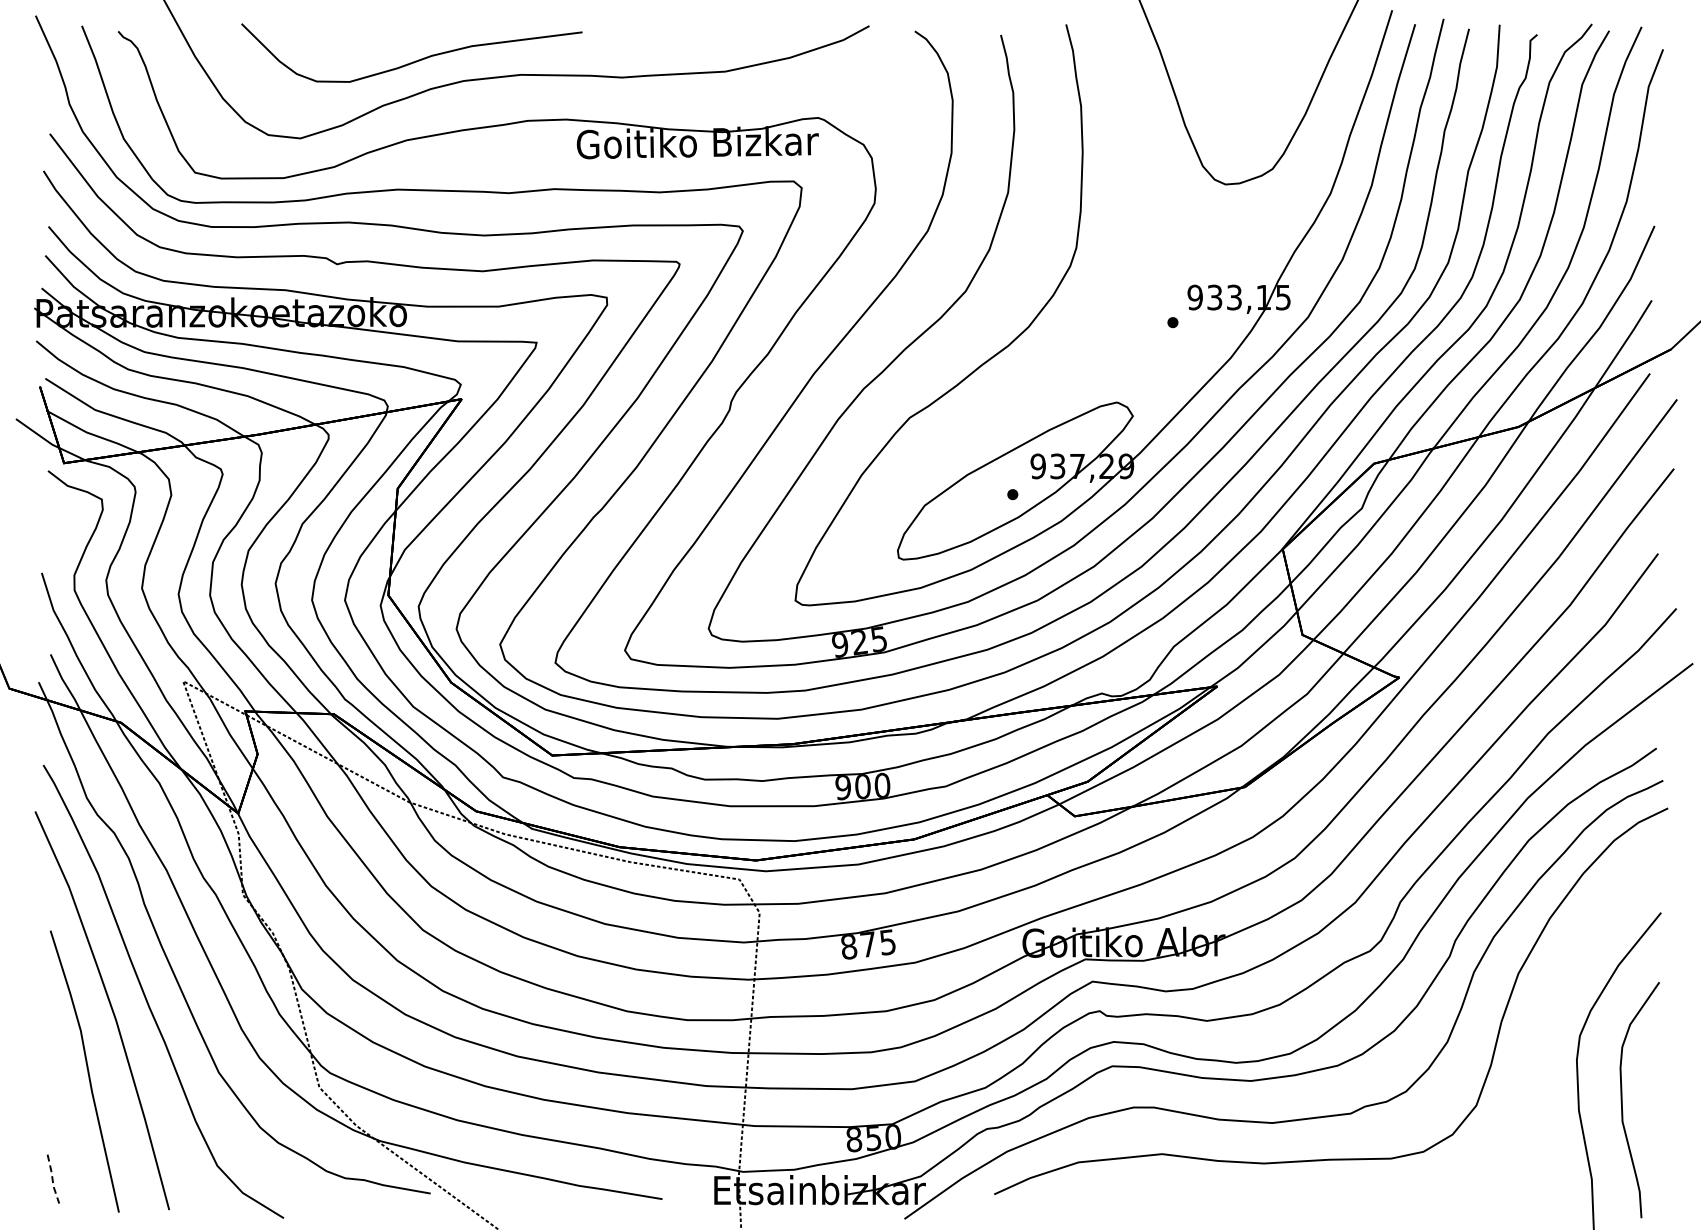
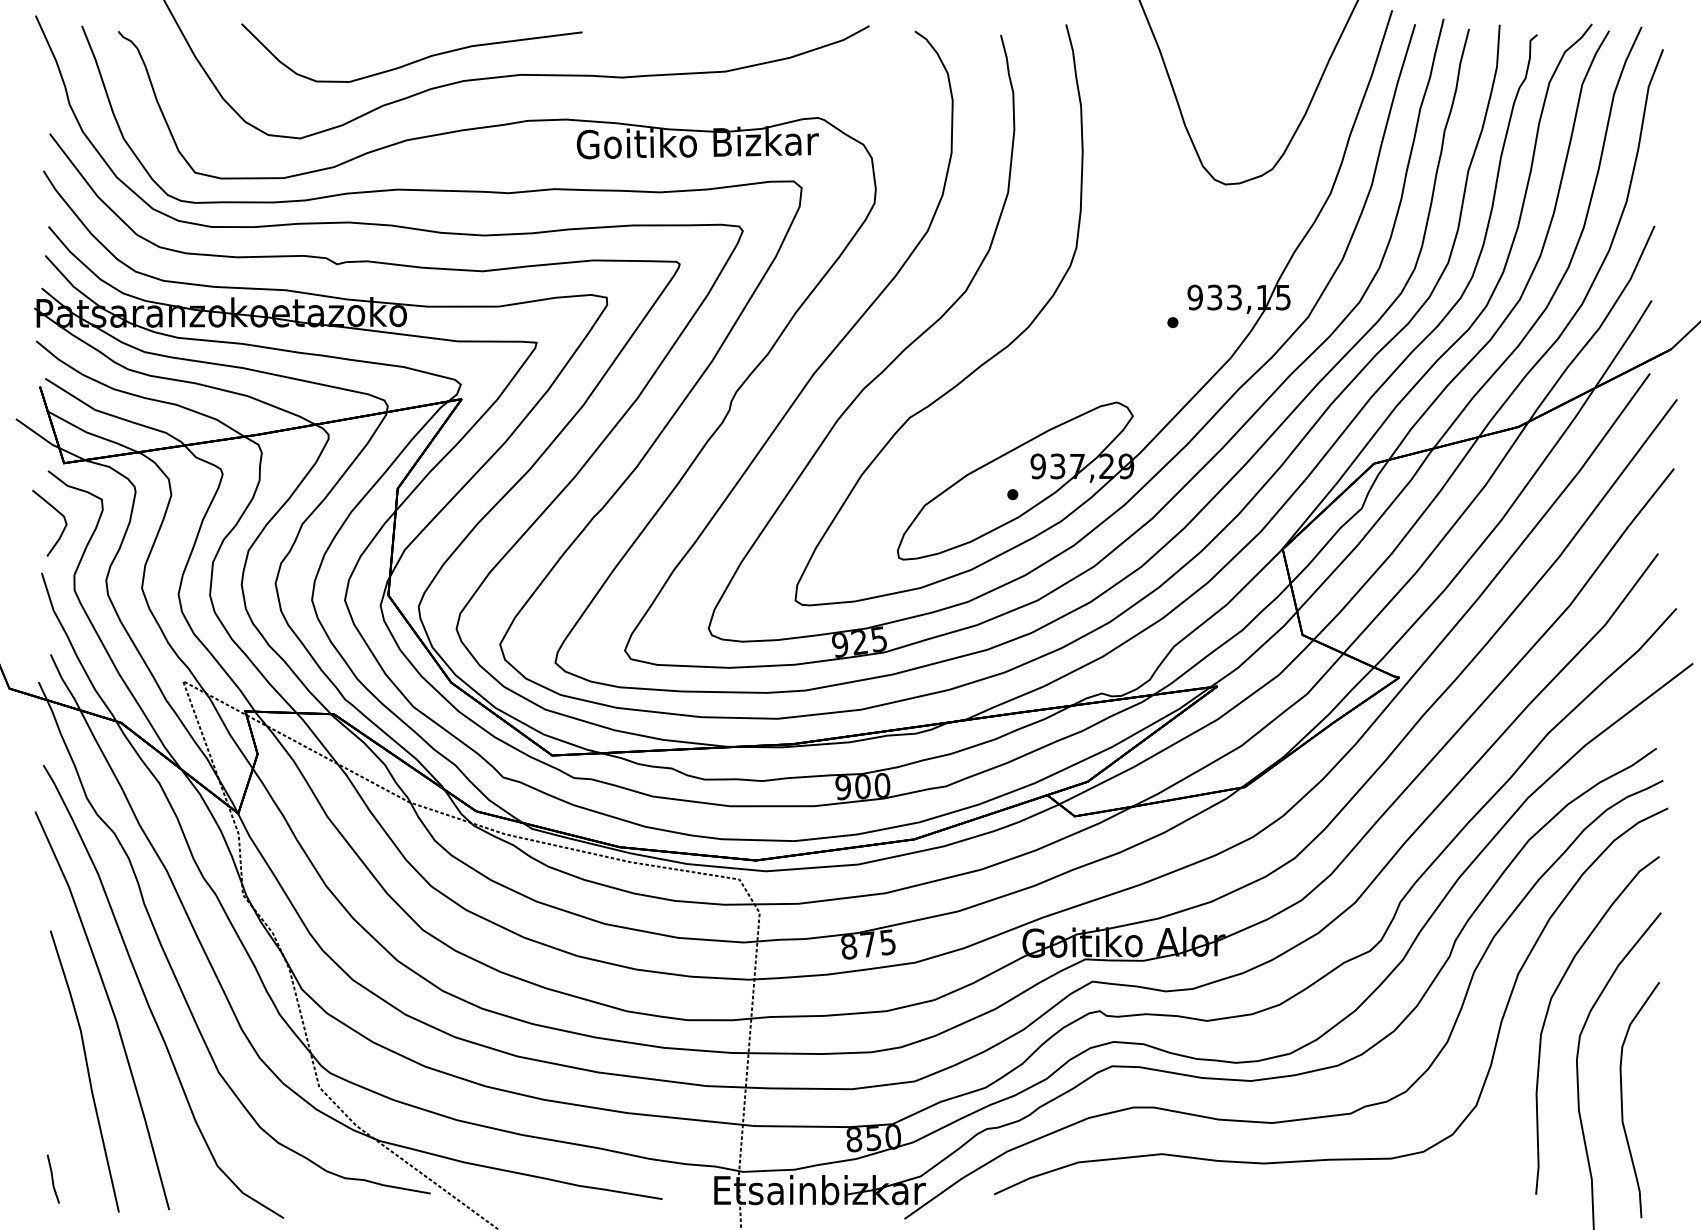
curve at (58, 513): none -> present
curve at (1548, 1012): none -> present
line at (52, 1179): dashed -> solid
